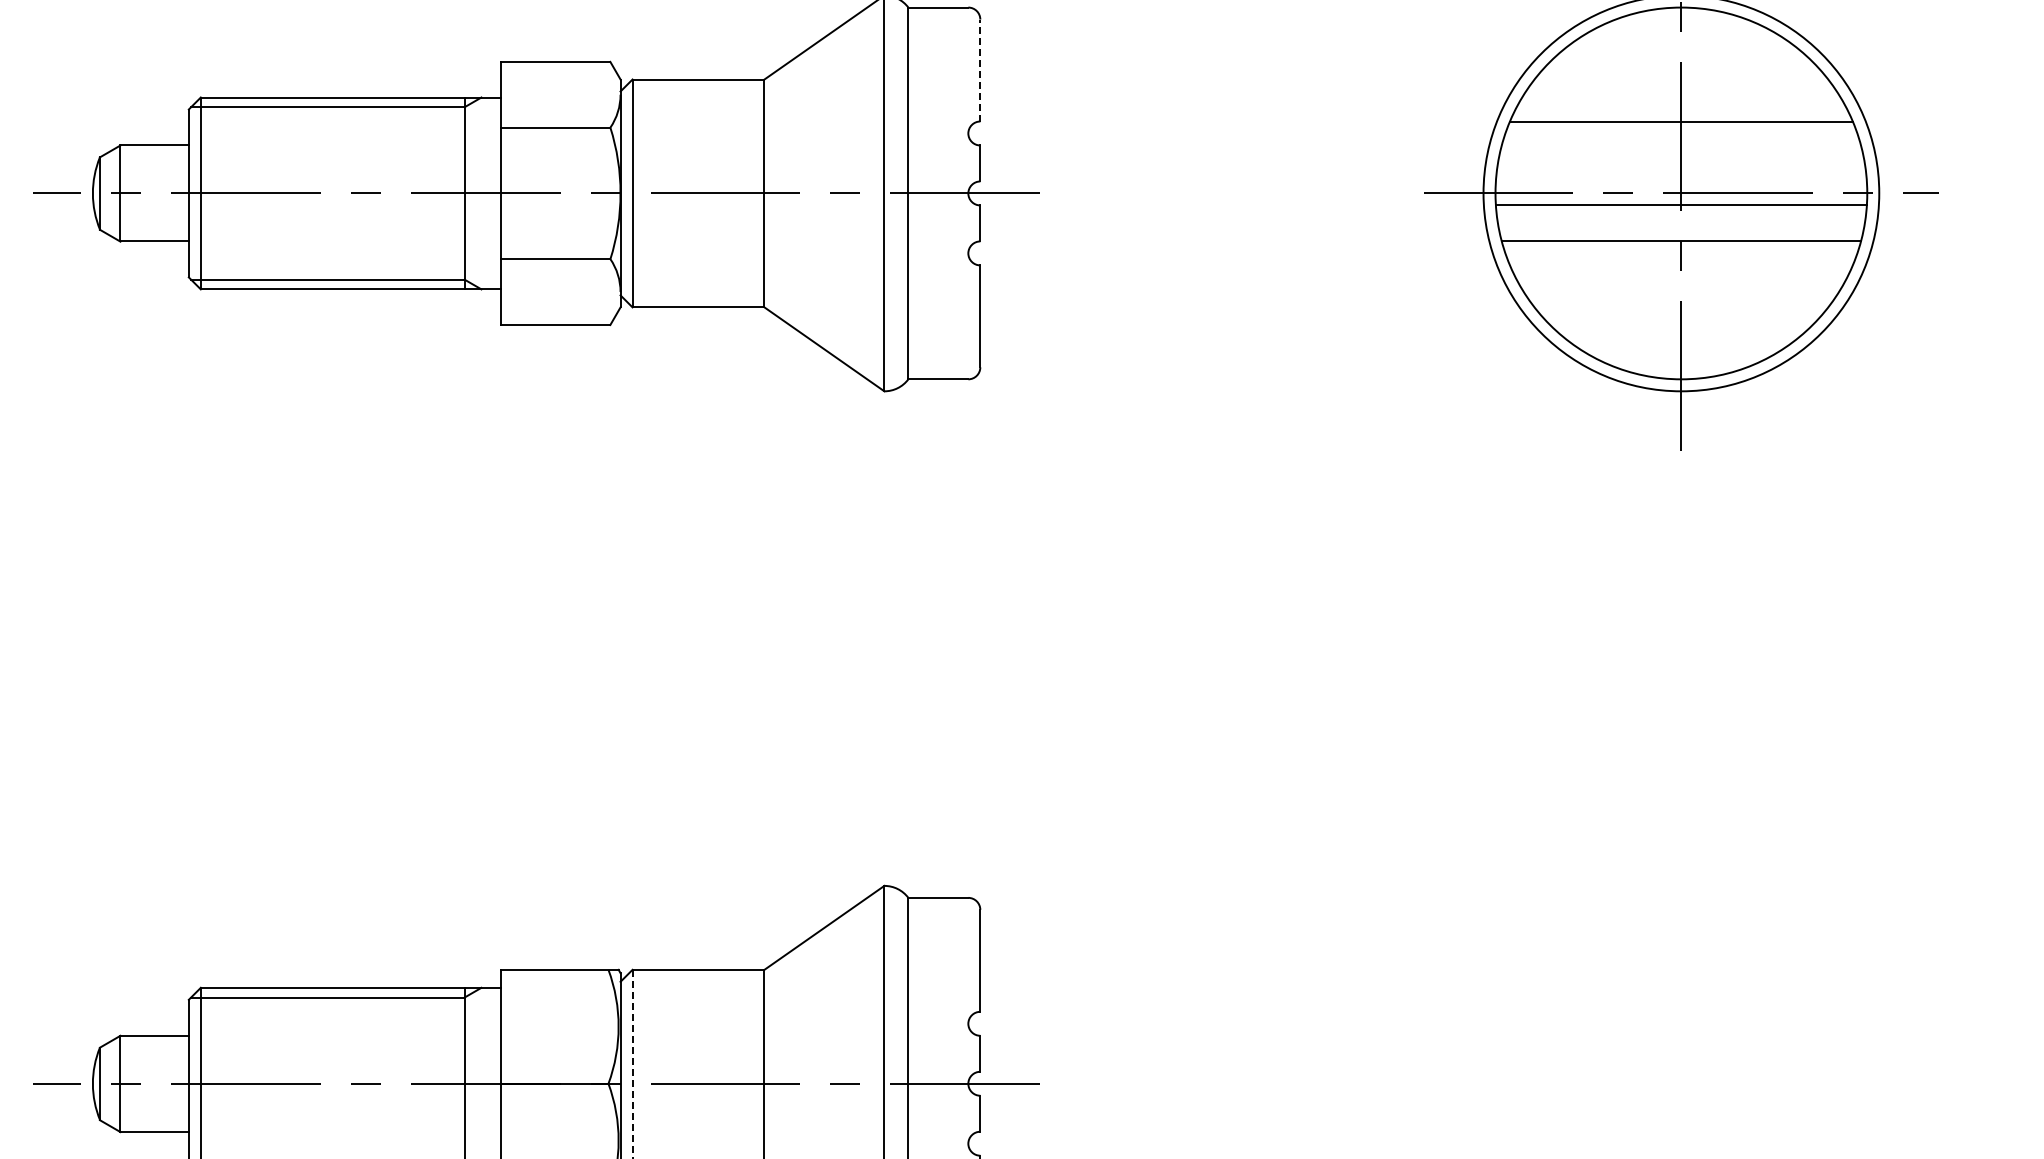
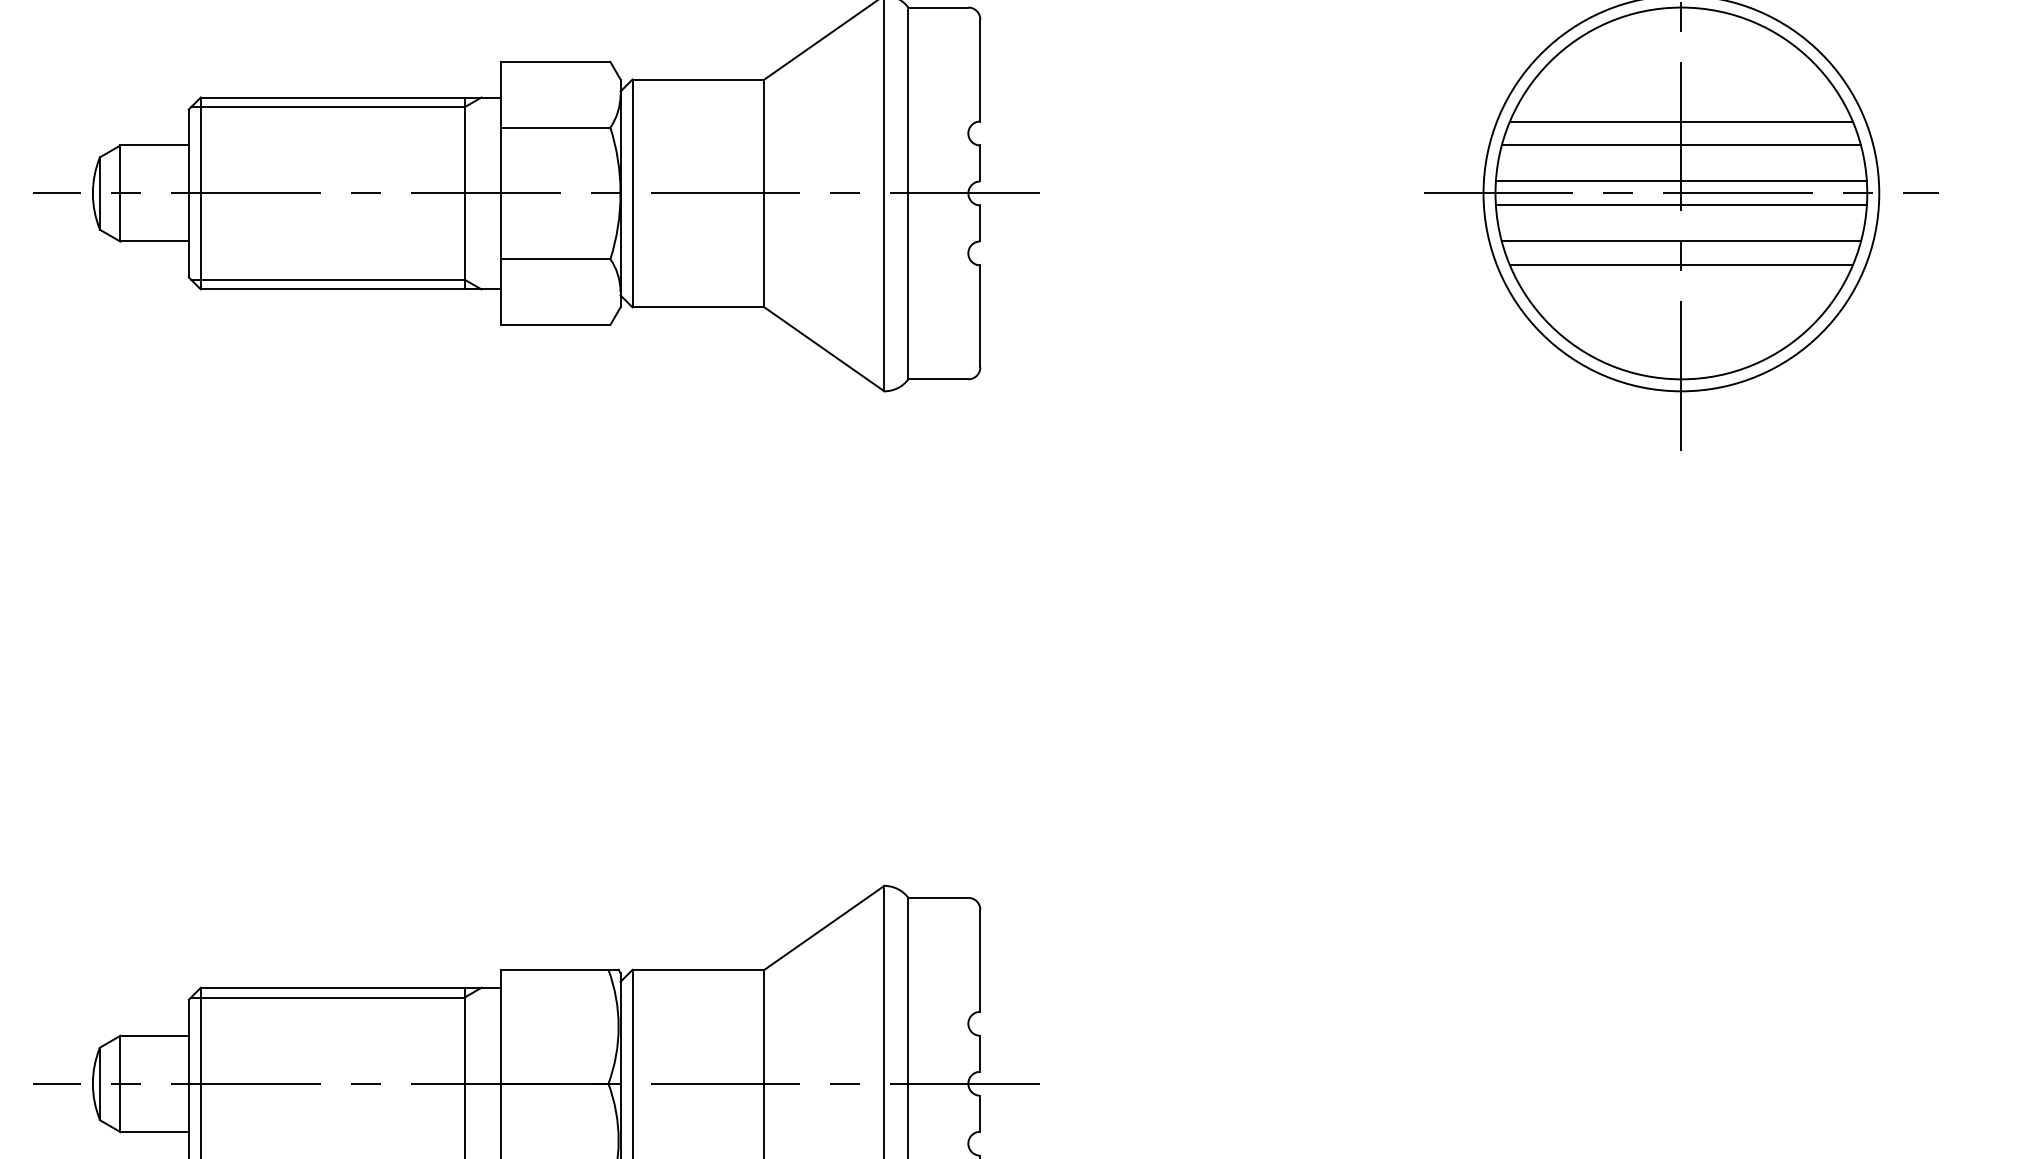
line at (980, 70): dashed -> solid
line at (1680, 145): none -> present
line at (1680, 181): none -> present
line at (1681, 265): none -> present
line at (632, 1064): dashed -> solid
